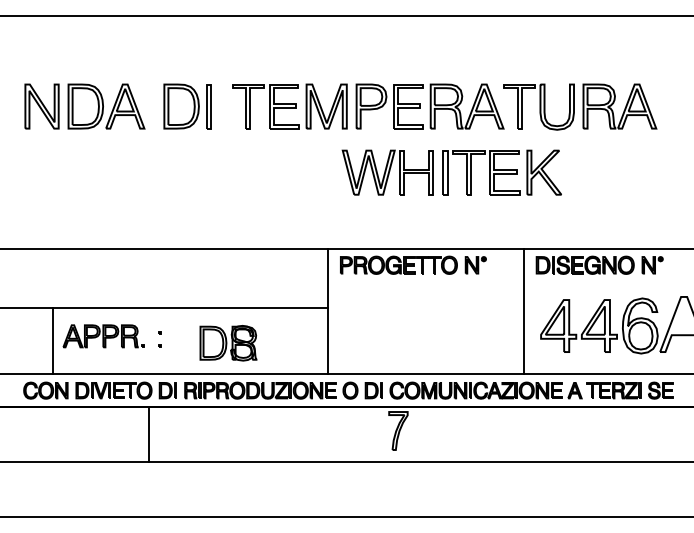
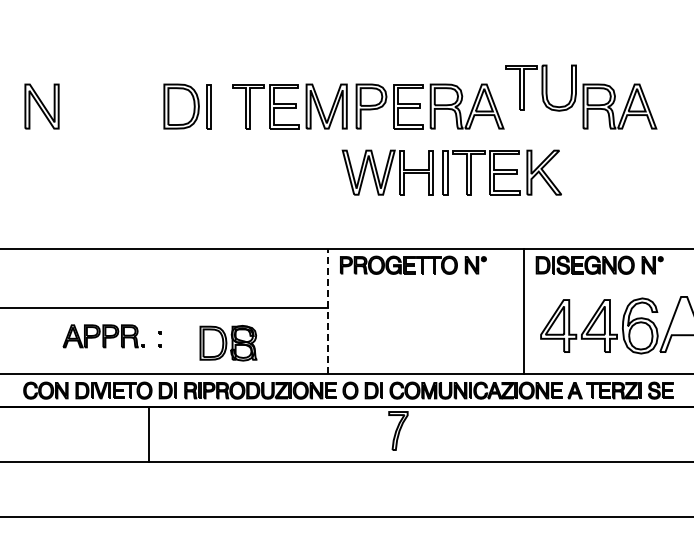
line at (346, 15): present -> none
part at (106, 106): present -> none
part at (538, 106) position: (538, 106) -> (540, 87)
line at (328, 311): solid -> dashed
line at (52, 340): present -> none
